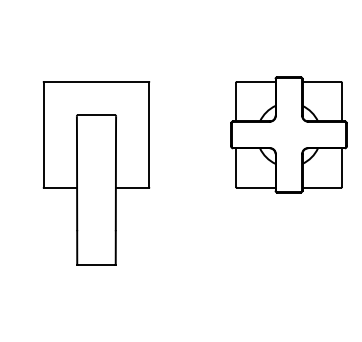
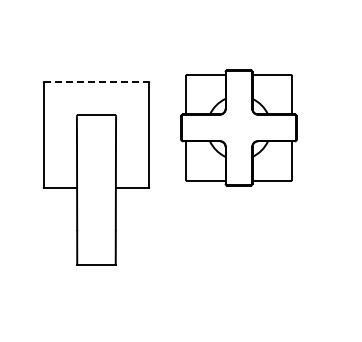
line at (96, 81): solid -> dashed
part at (288, 134) position: (288, 134) -> (238, 127)
